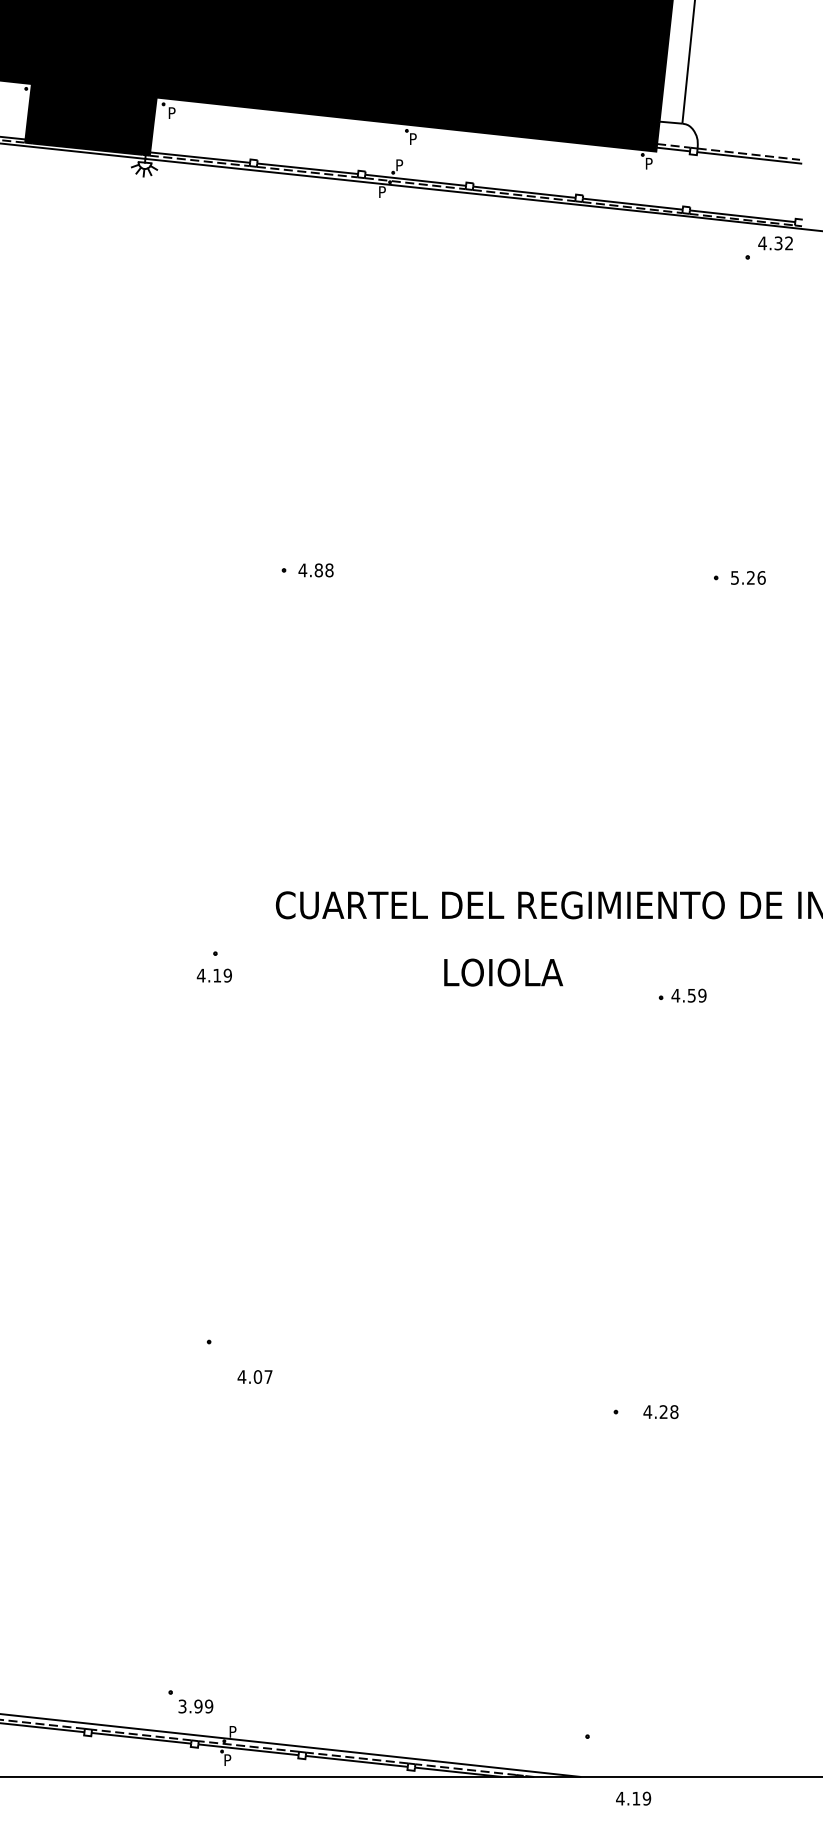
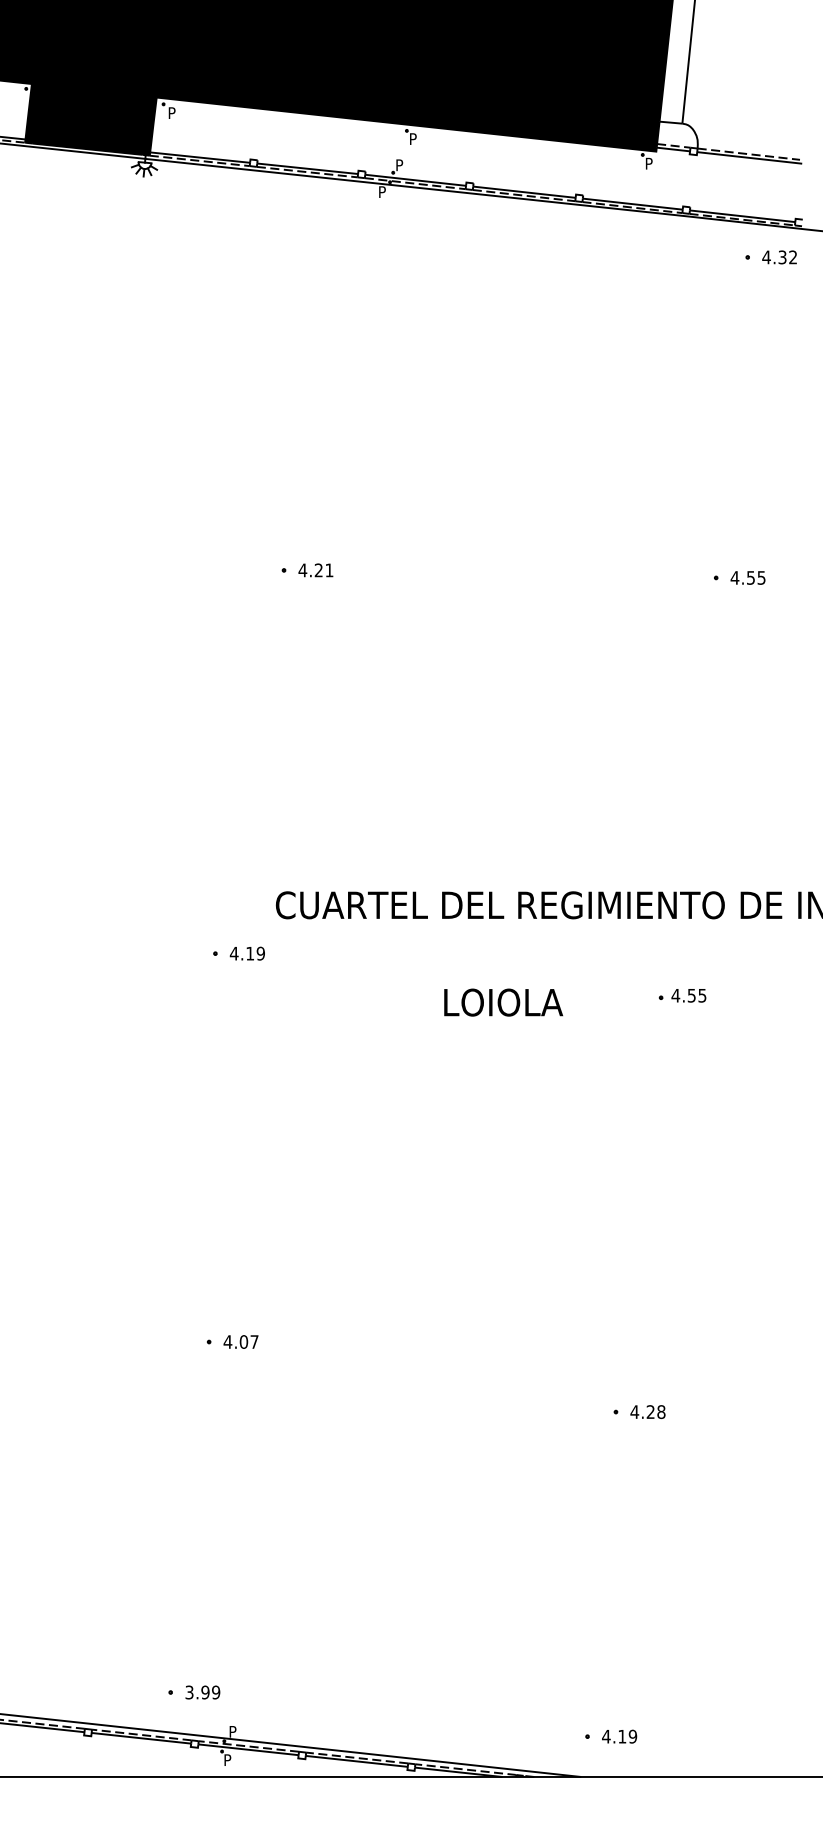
text at (775, 243) position: (775, 243) -> (779, 257)
text at (323, 570): 4.88 -> 4.21
text at (747, 577): 5.26 -> 4.55
text at (503, 972) position: (503, 972) -> (503, 1002)
text at (213, 975) position: (213, 975) -> (246, 953)
text at (702, 995): 4.59 -> 4.55
text at (254, 1376) position: (254, 1376) -> (240, 1341)
text at (660, 1411) position: (660, 1411) -> (647, 1411)
text at (195, 1706) position: (195, 1706) -> (202, 1692)
text at (633, 1798) position: (633, 1798) -> (619, 1736)
